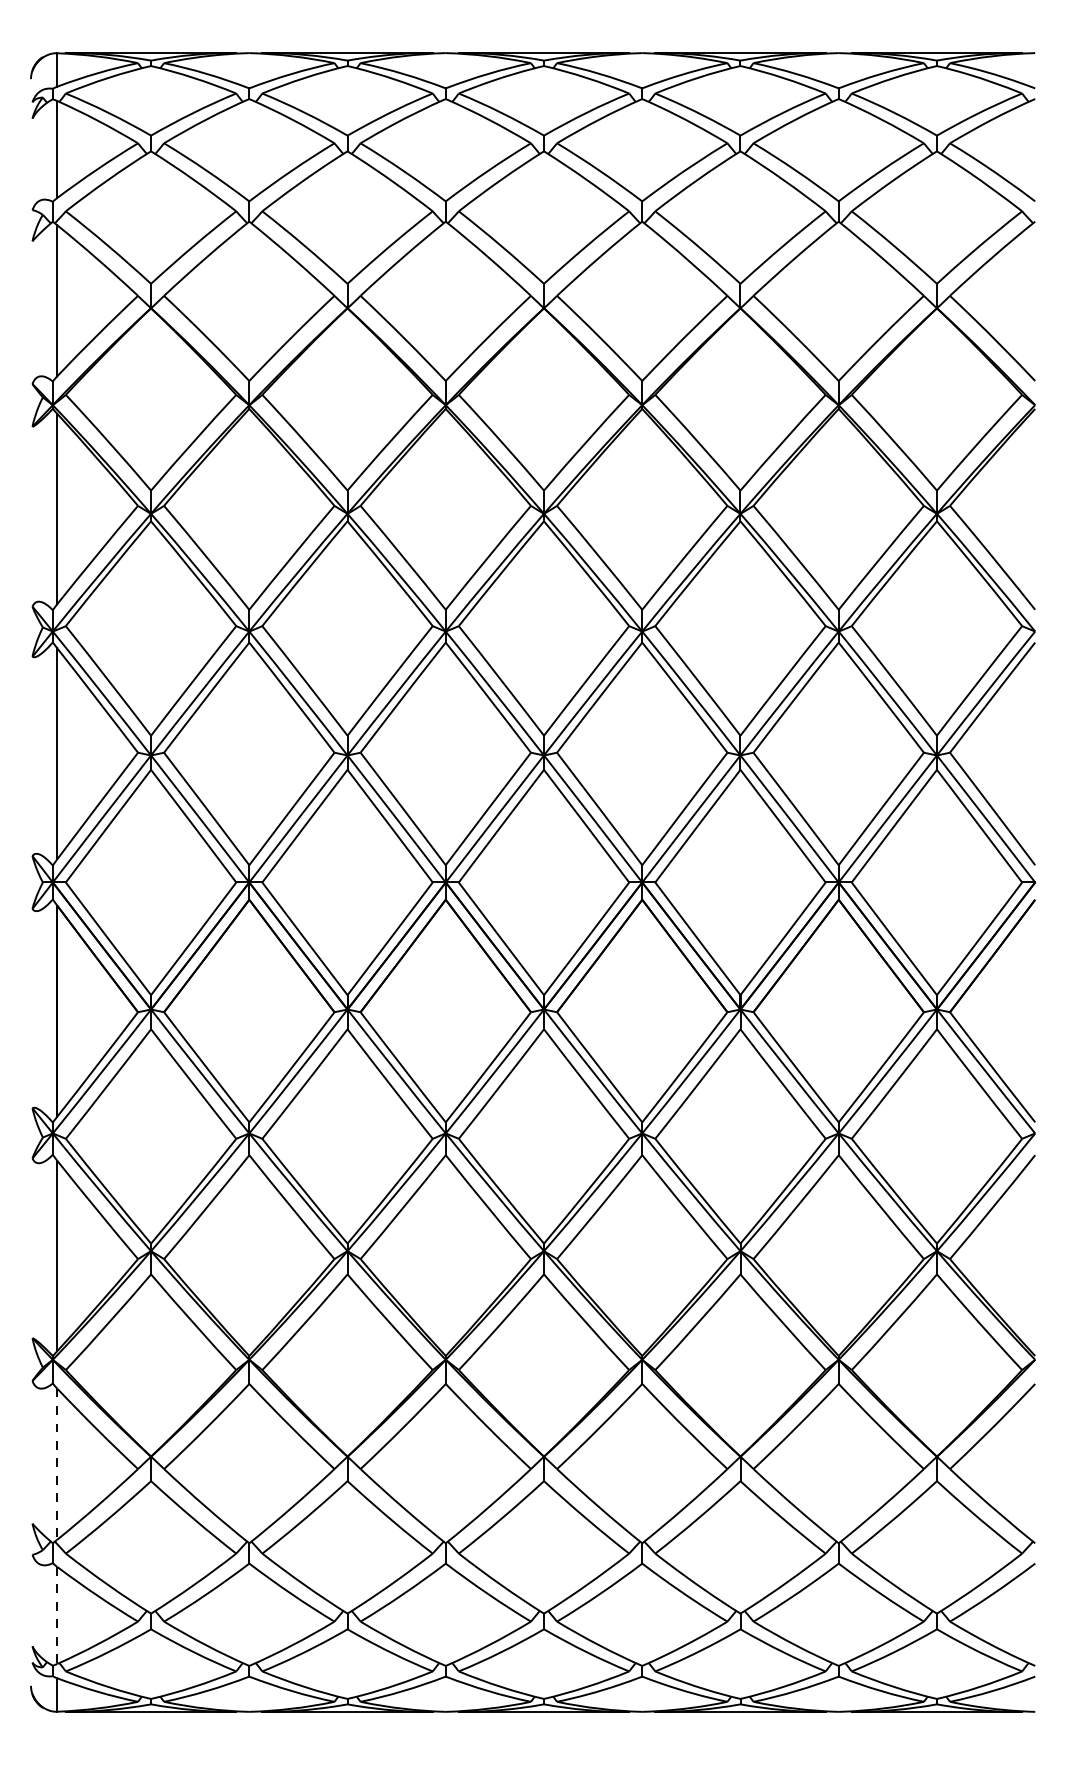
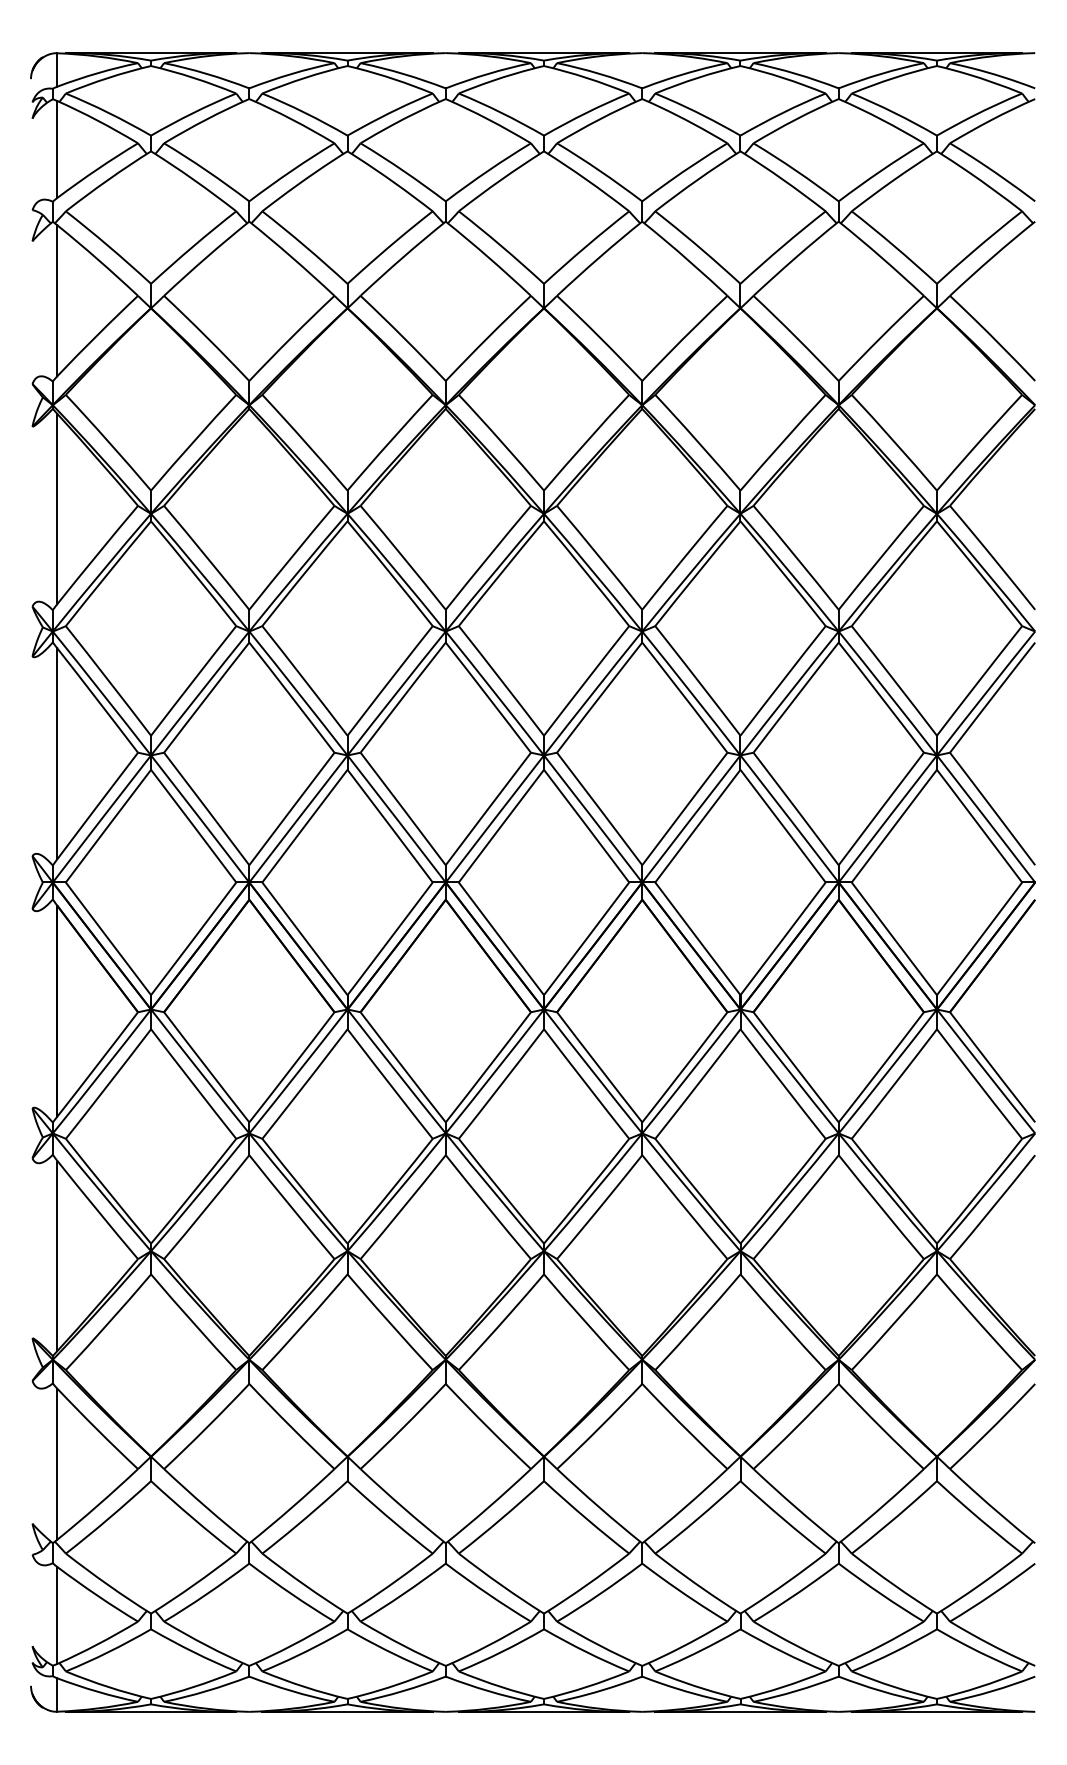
line at (57, 1464): dashed -> solid
line at (57, 1615): dashed -> solid
